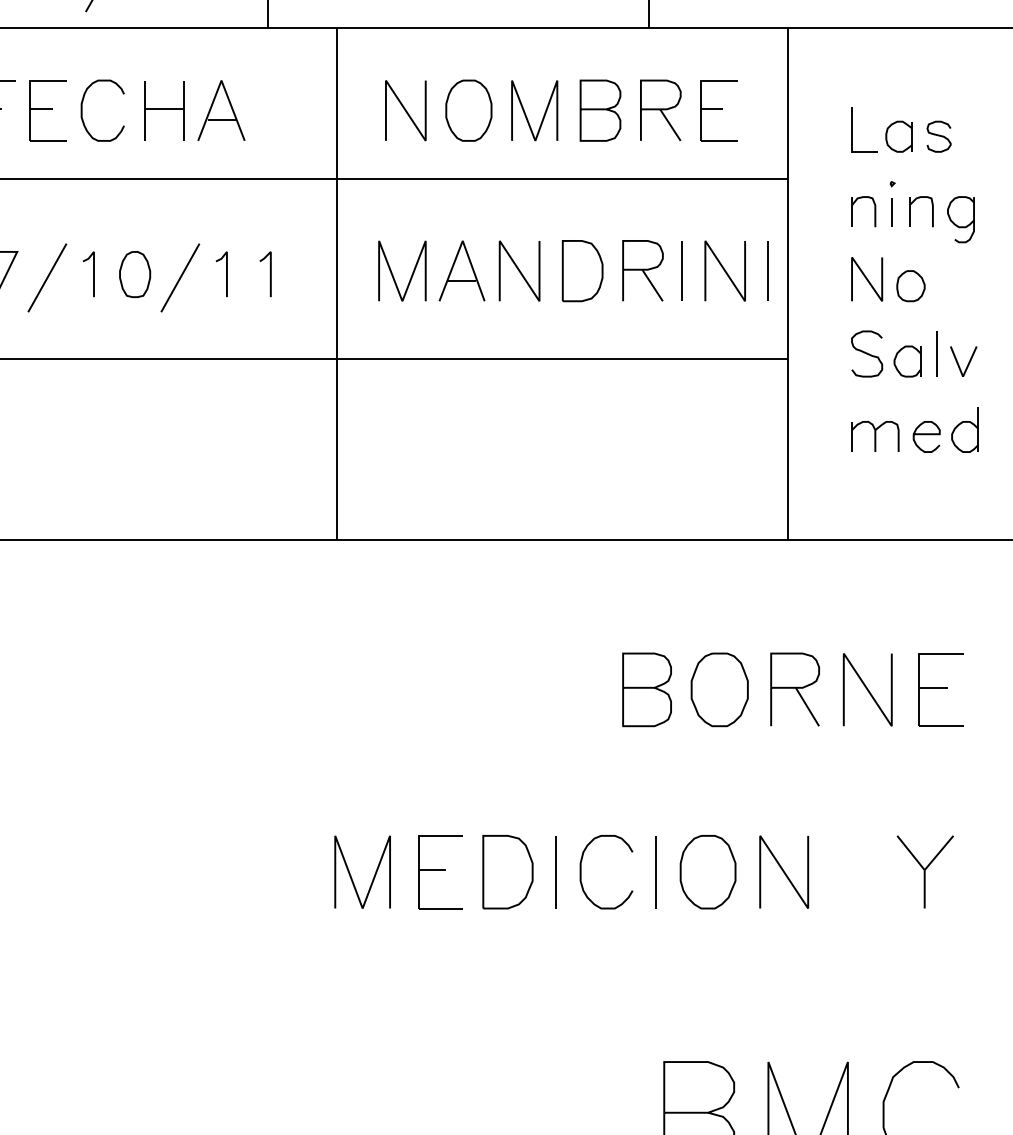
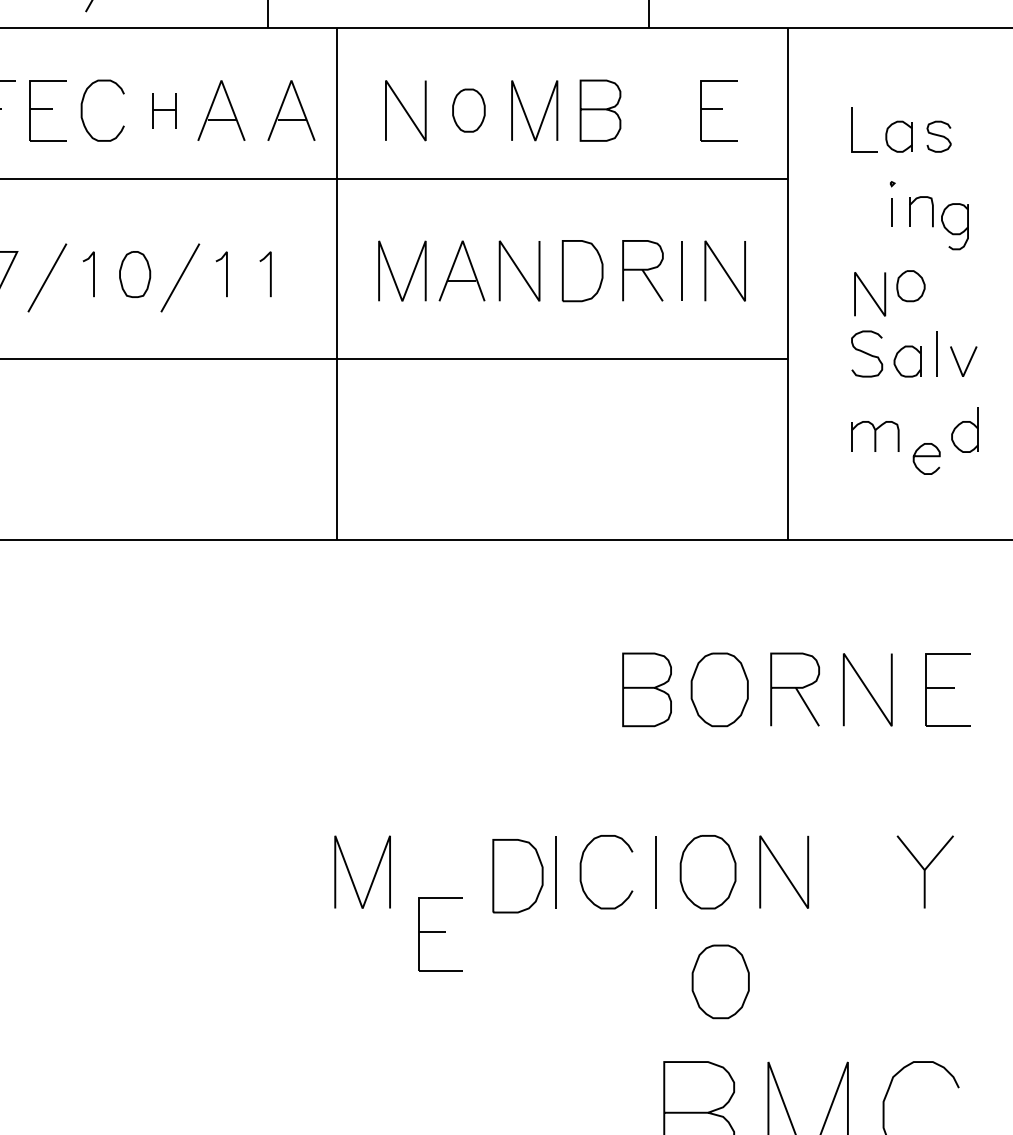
part at (660, 109): present -> none
part at (164, 110) size: 41x60 px -> 25x36 px
part at (291, 110): none -> present
part at (468, 110) size: 48x63 px -> 34x45 px
part at (852, 211): present -> none
part at (960, 219) position: (960, 219) -> (954, 226)
line at (767, 270): present -> none
curve at (867, 279) position: (867, 279) -> (870, 294)
curve at (926, 435) position: (926, 435) -> (926, 457)
part at (940, 689) position: (940, 689) -> (947, 689)
part at (440, 872) position: (440, 872) -> (440, 934)
part at (507, 872) position: (507, 872) -> (517, 876)
part at (720, 981): none -> present
